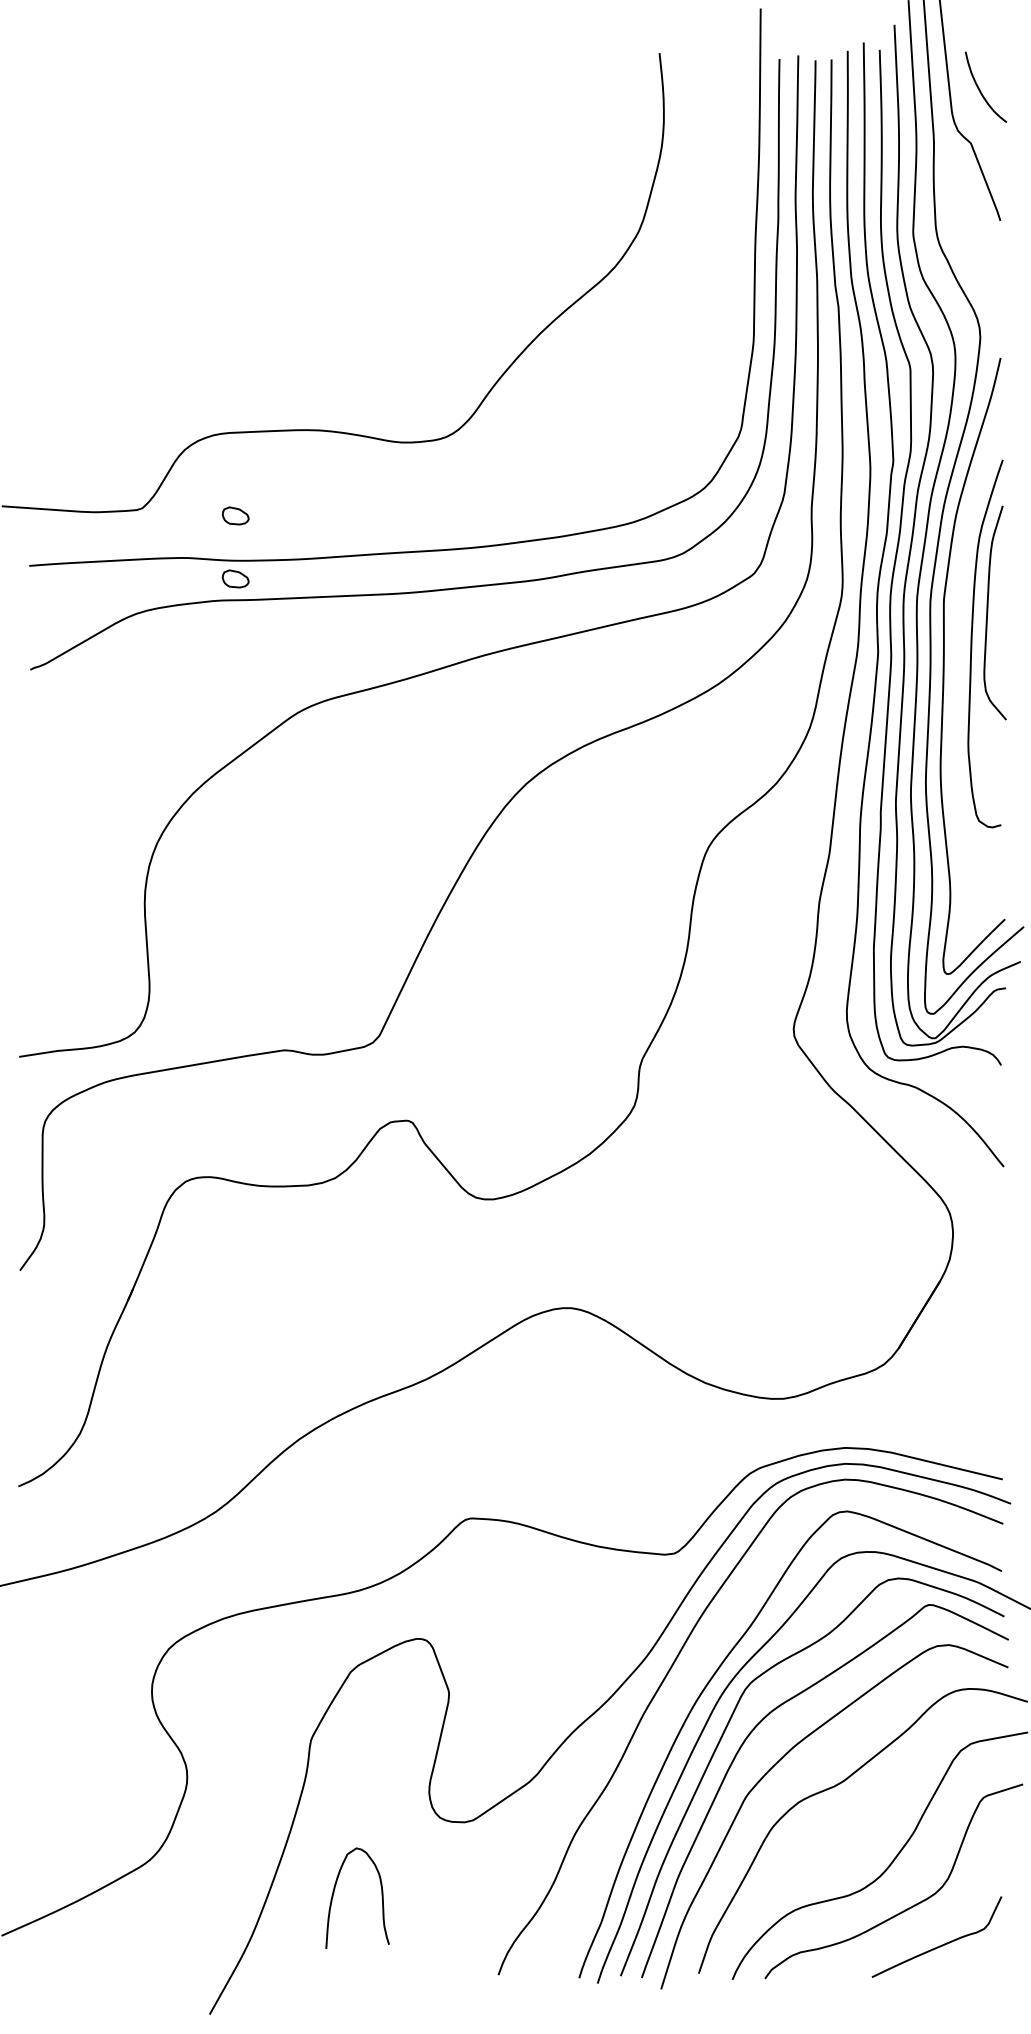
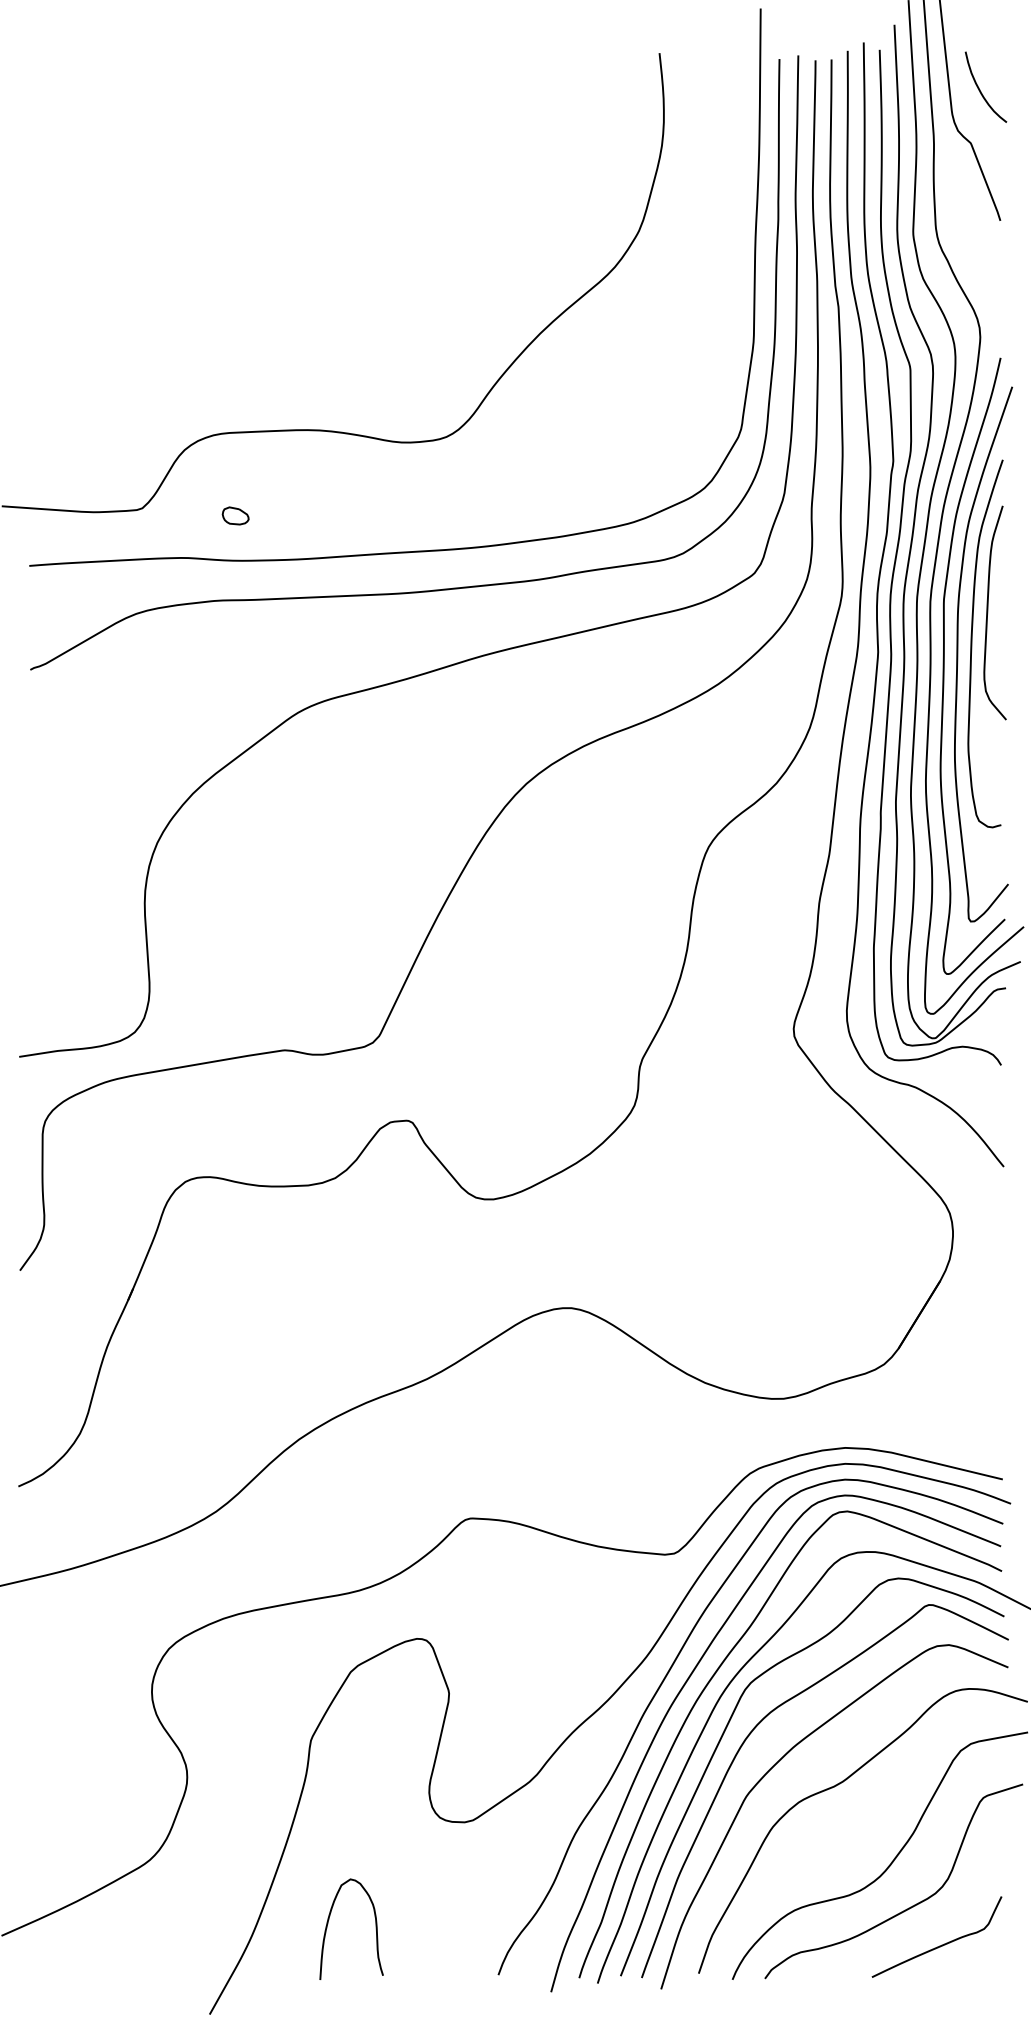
part at (235, 578): present -> none
curve at (958, 654): none -> present
curve at (685, 1685): none -> present
curve at (334, 1893) position: (334, 1893) -> (328, 1924)
